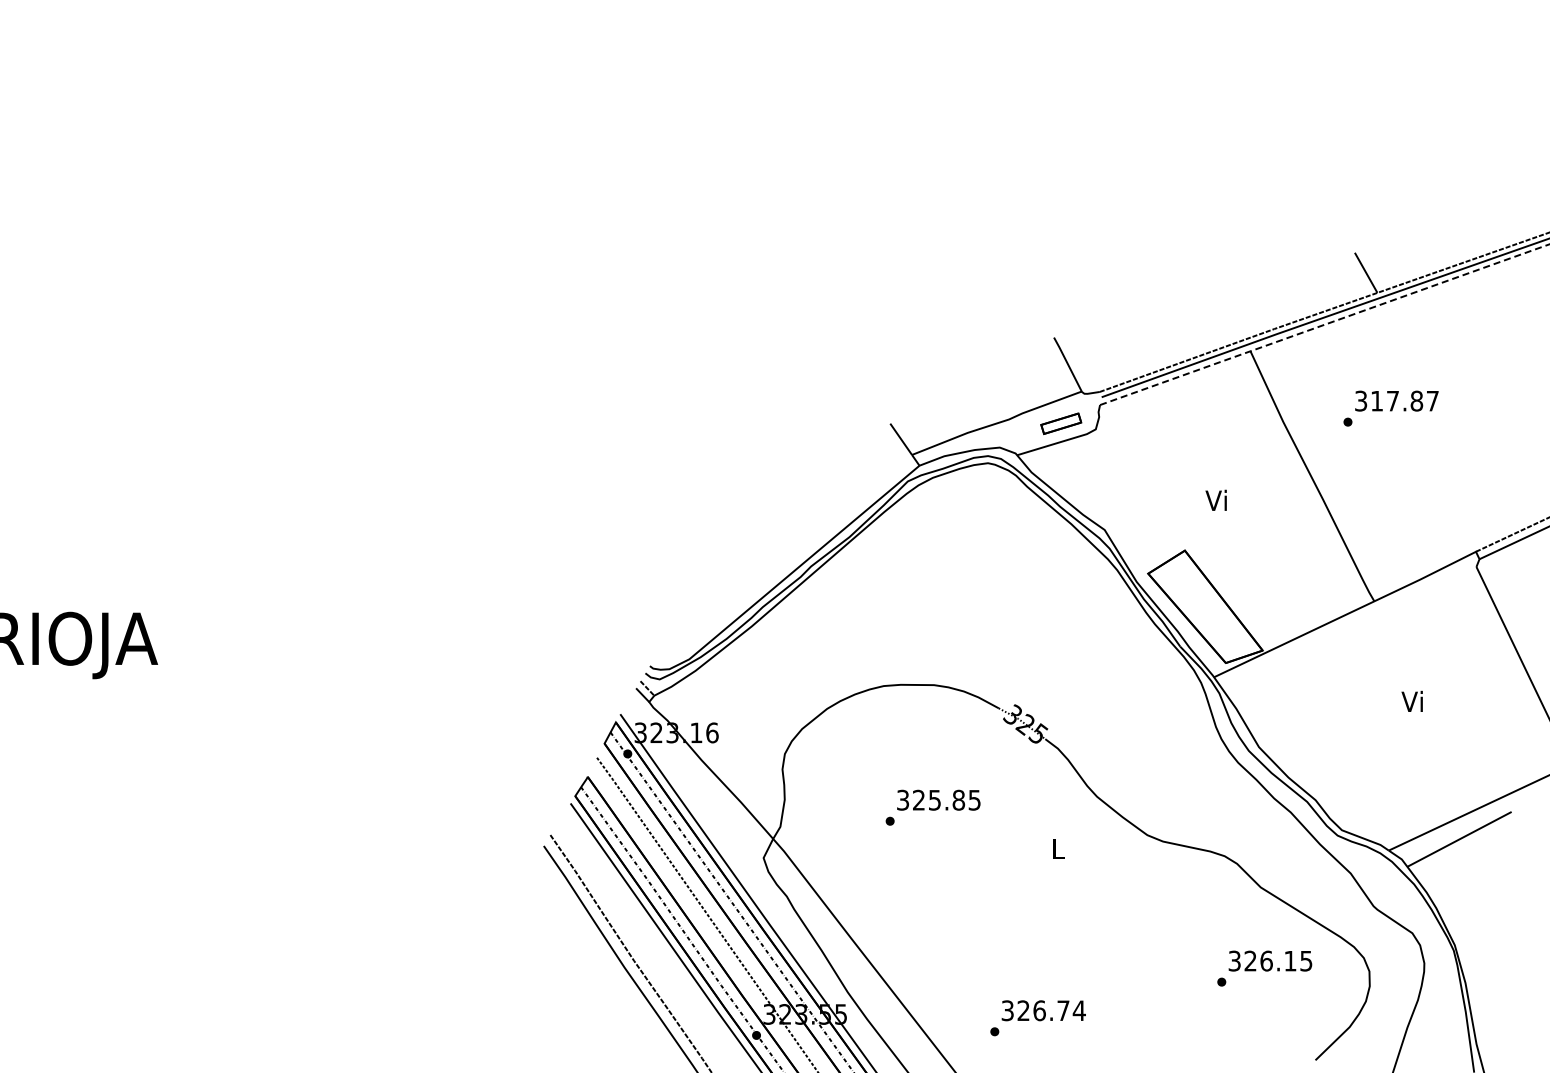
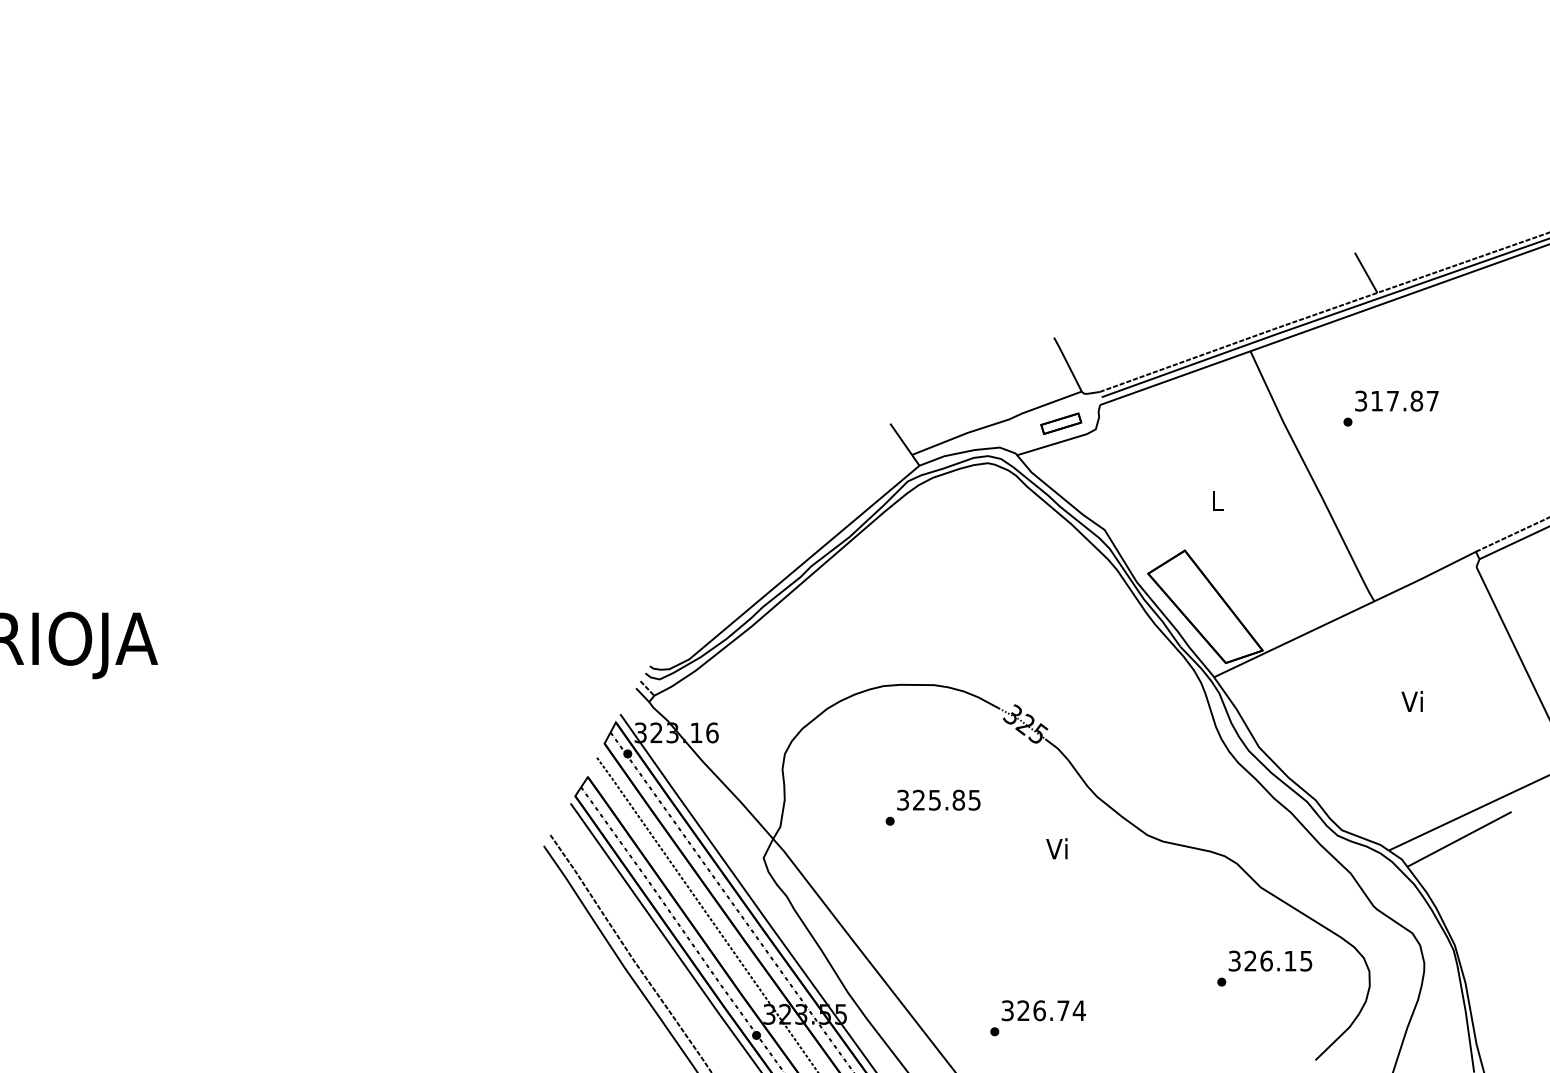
line at (1324, 324): dashed -> solid
text at (1215, 499): Vi -> L
text at (1056, 848): L -> Vi
